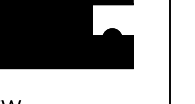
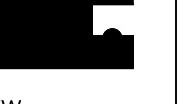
line at (169, 51) position: (169, 51) -> (175, 51)
